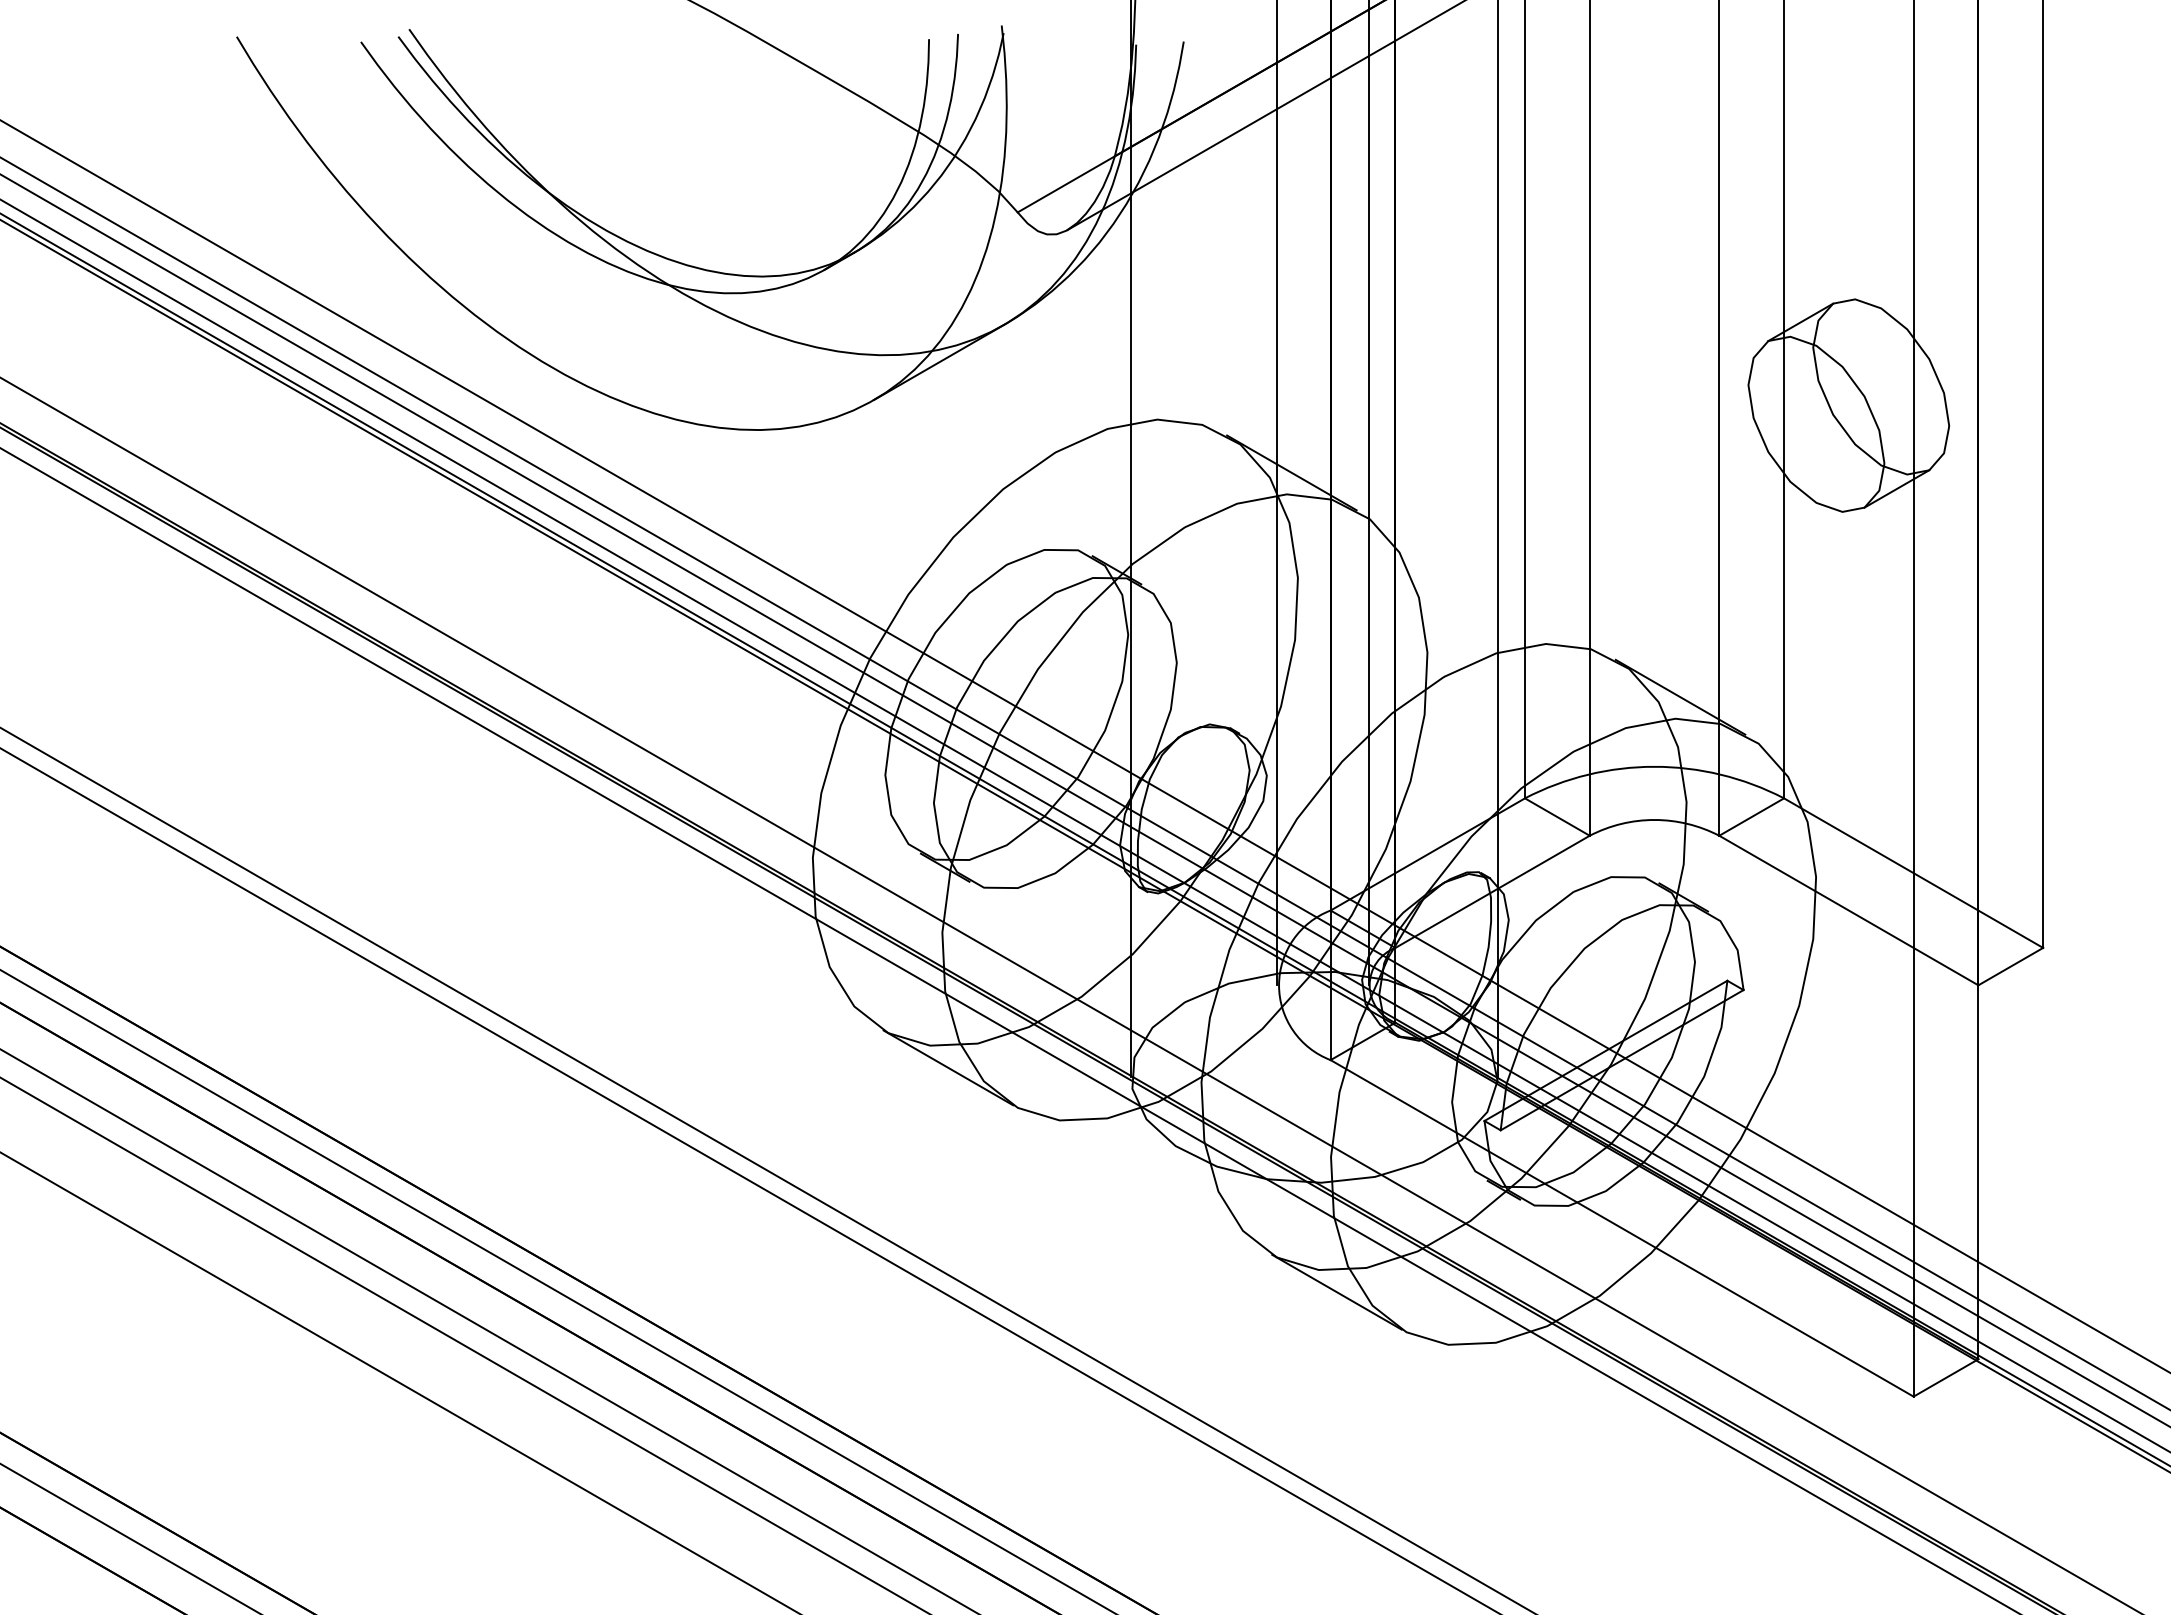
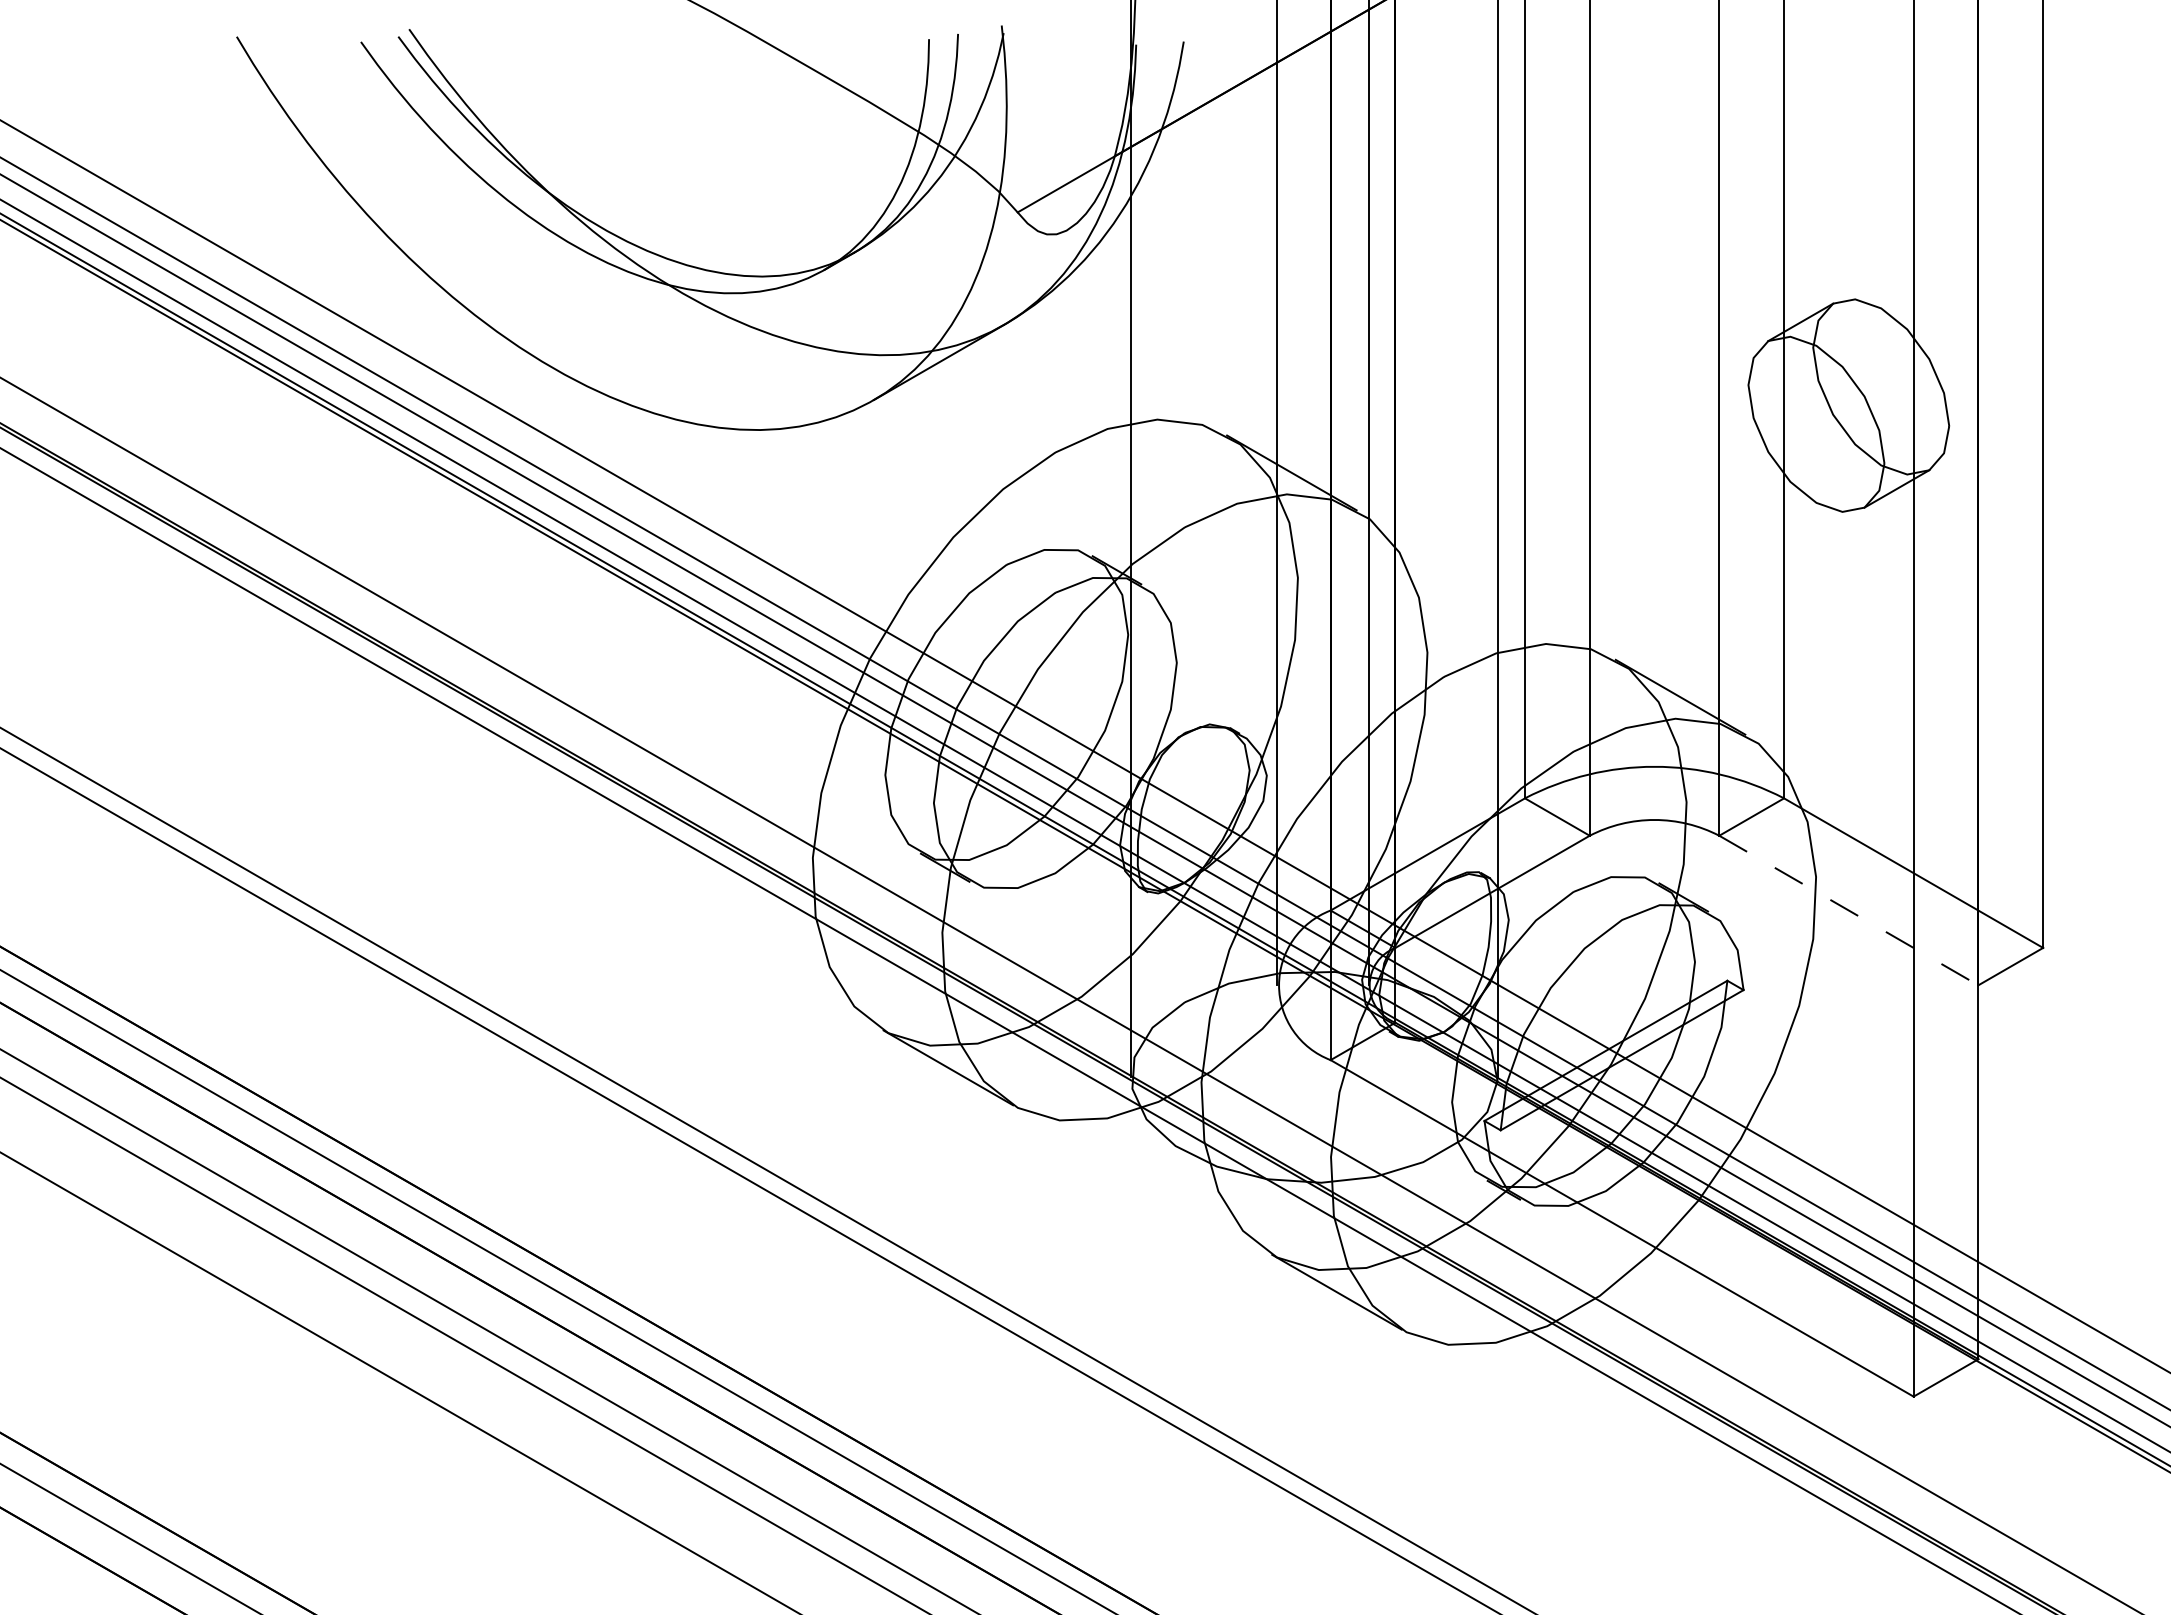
line at (1264, 116): present -> none
line at (1848, 910): solid -> dashed
